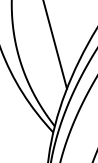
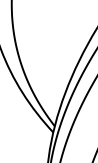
line at (54, 45): present -> none
